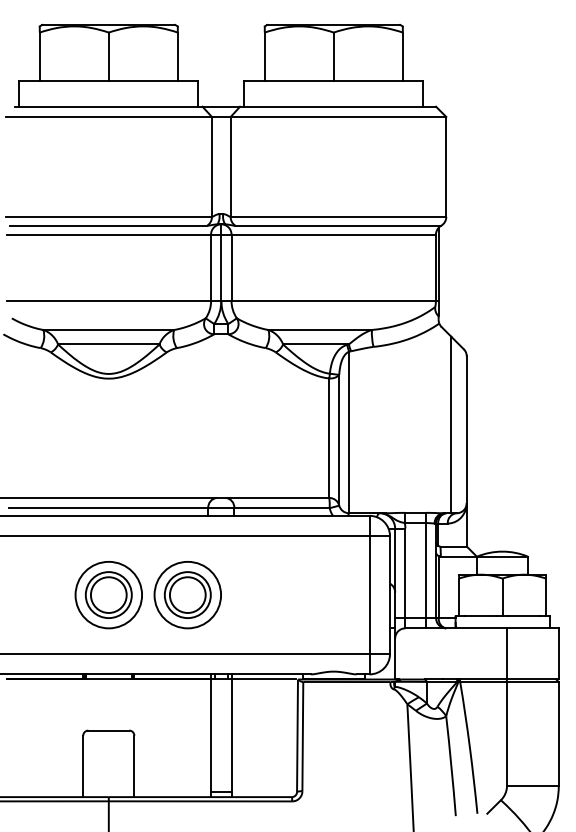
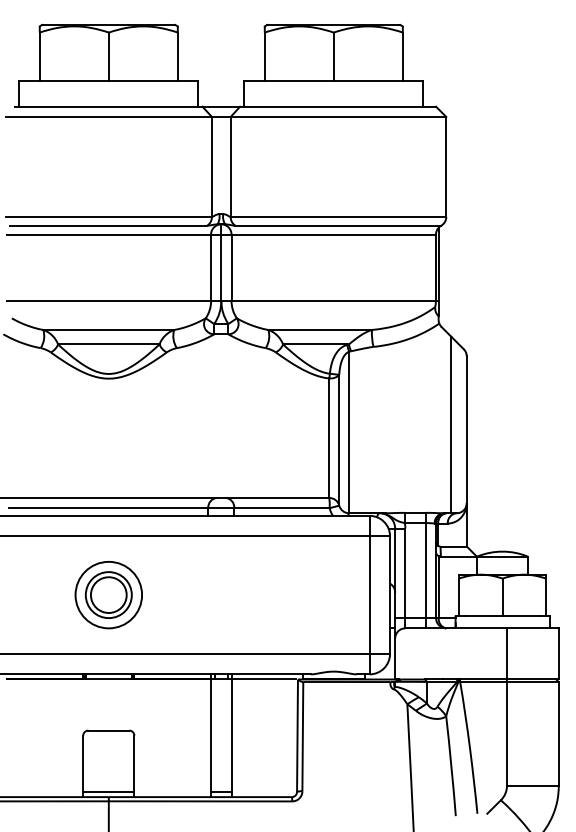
part at (187, 595): present -> none
line at (108, 792): none -> present
